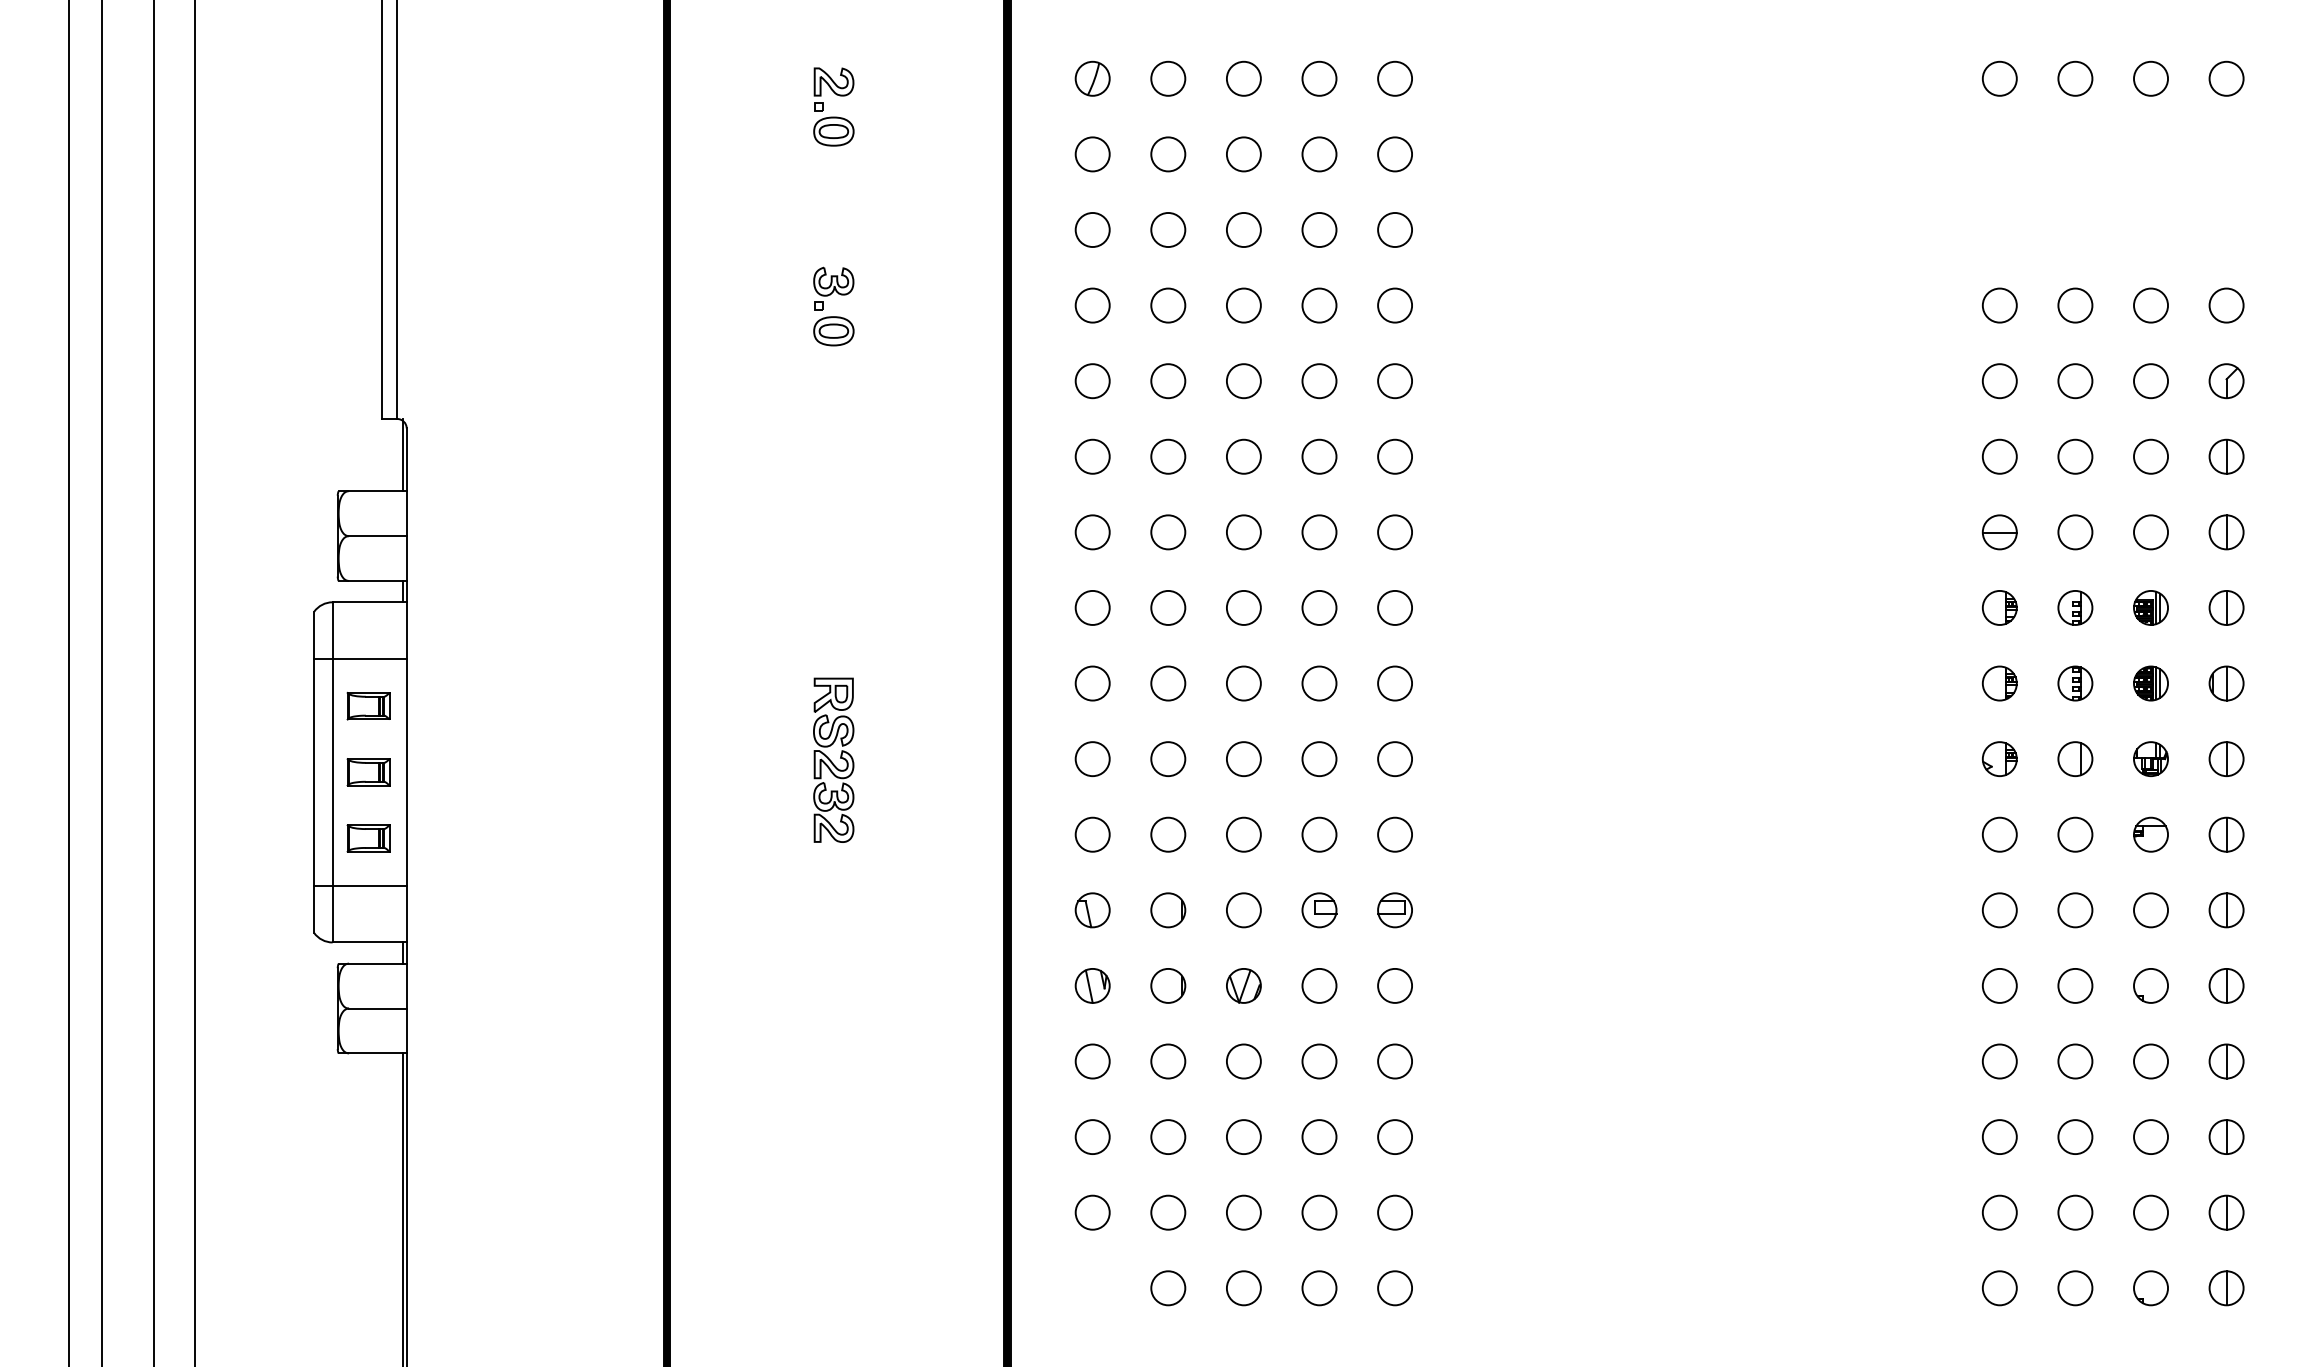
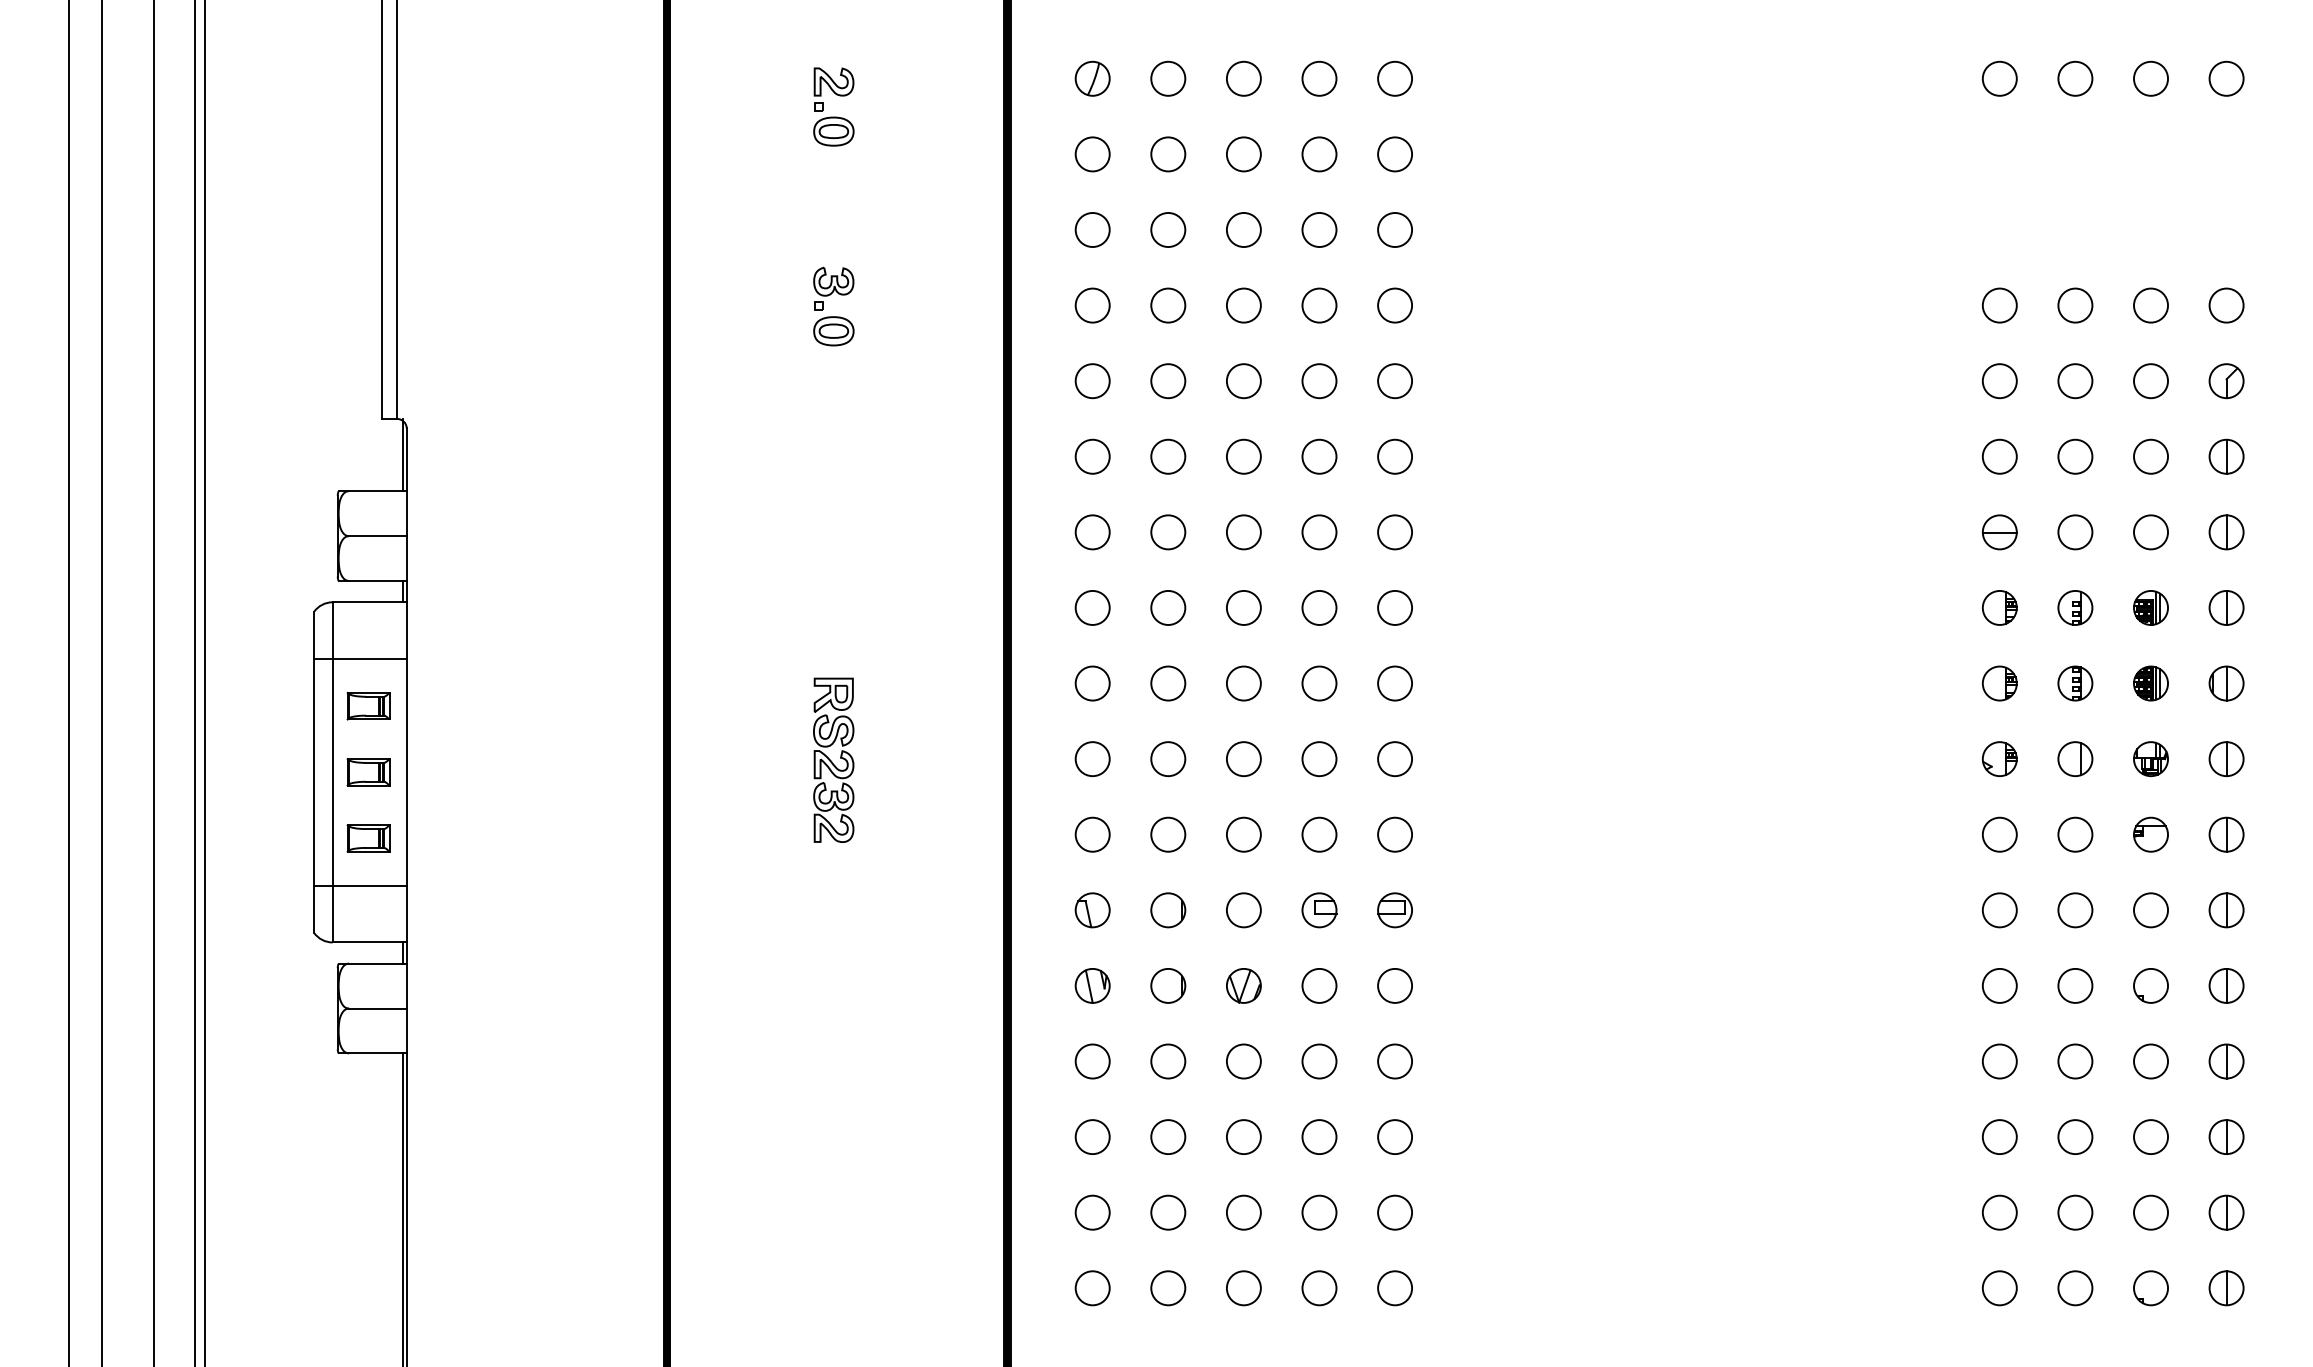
line at (204, 682): none -> present
circle at (1092, 1288): none -> present
